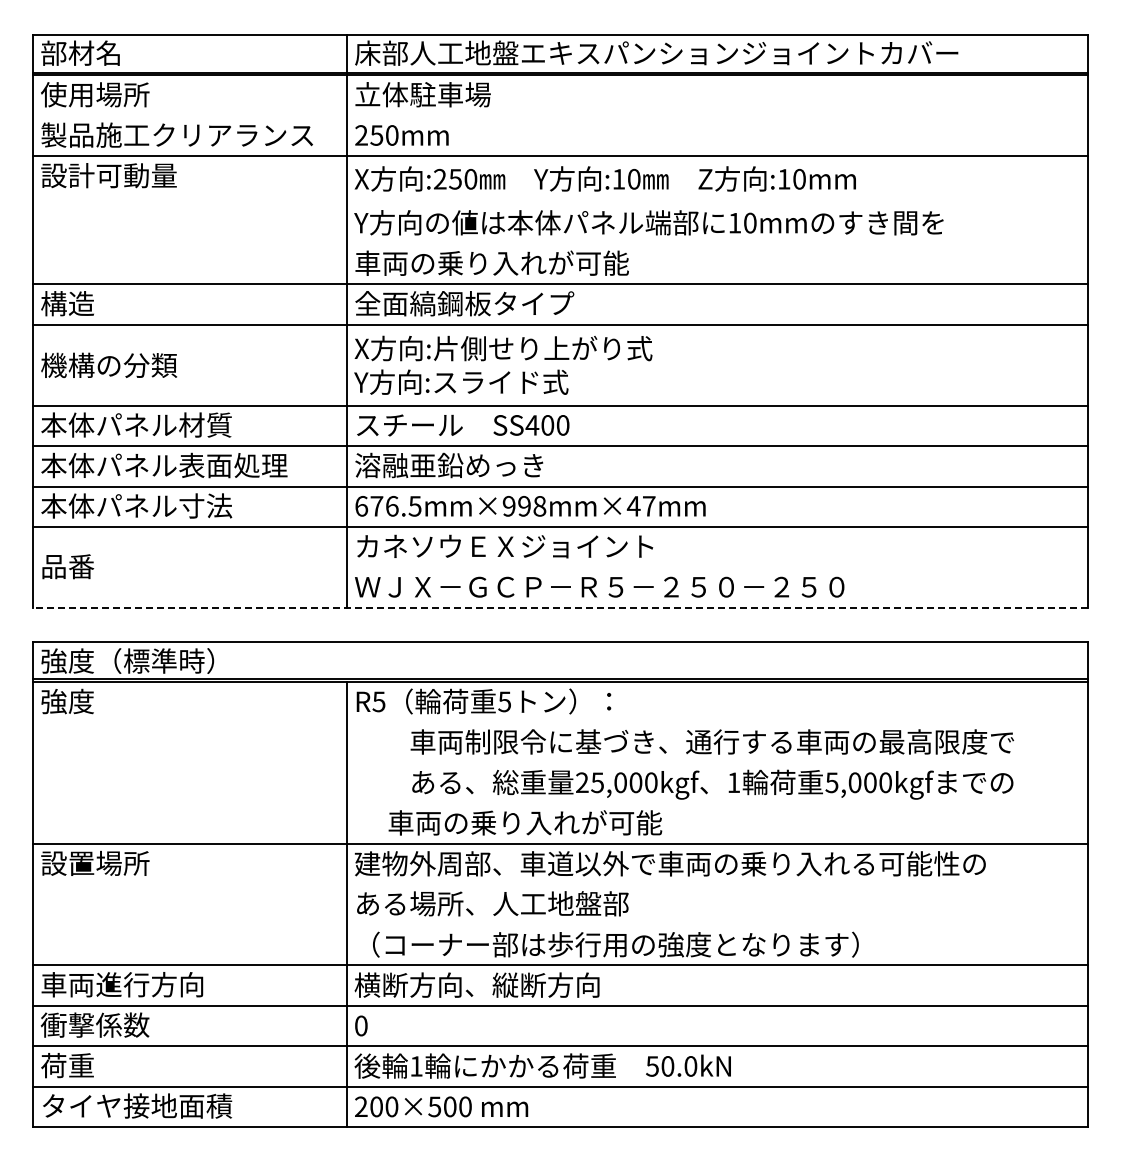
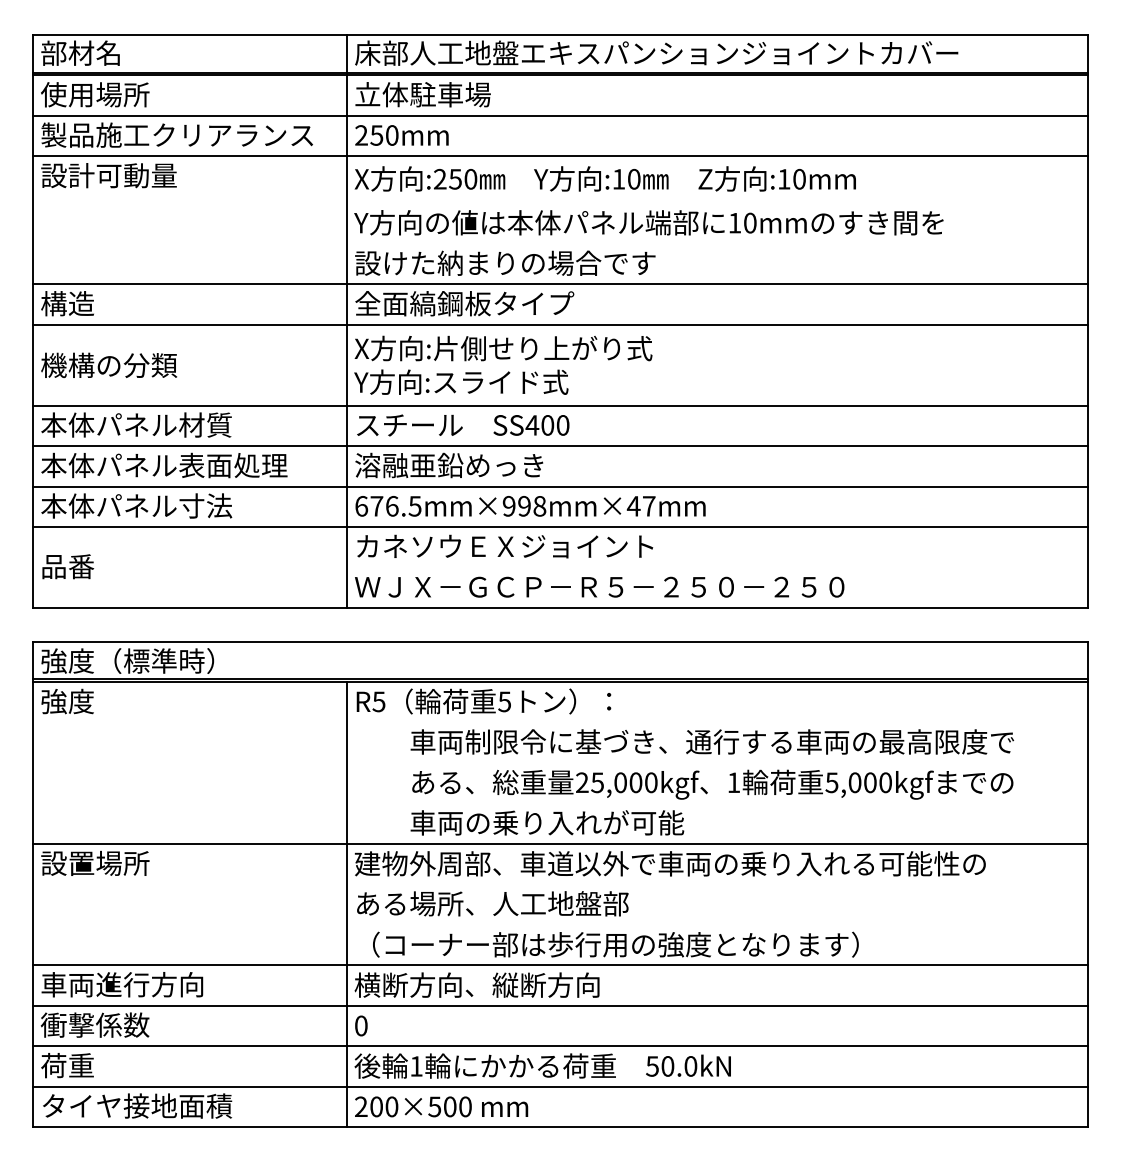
line at (560, 115): none -> present
text at (505, 262): 車両の乗り入れが可能 -> 設けた納まりの場合です
line at (560, 607): dashed -> solid
text at (525, 822) position: (525, 822) -> (547, 822)
